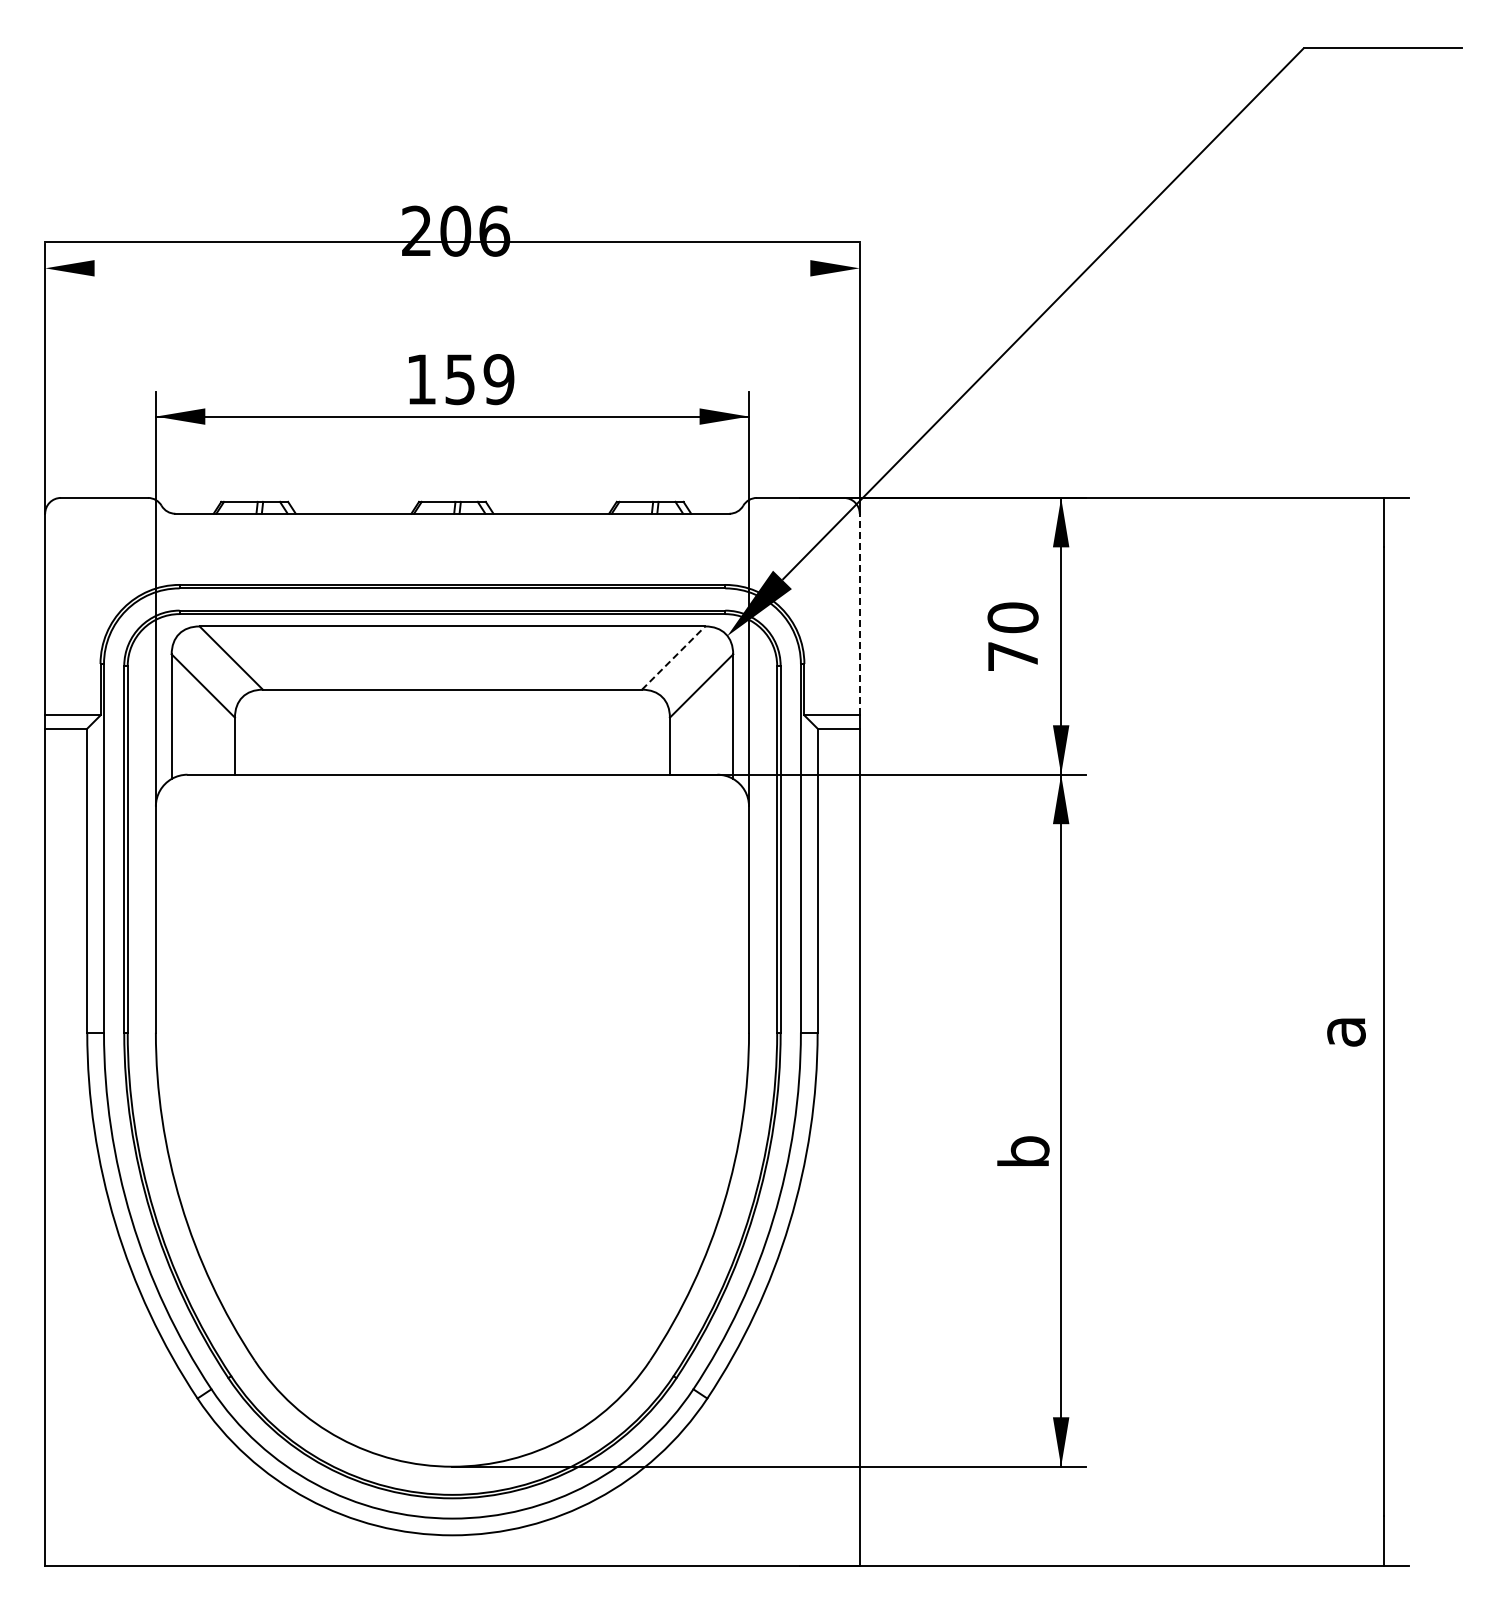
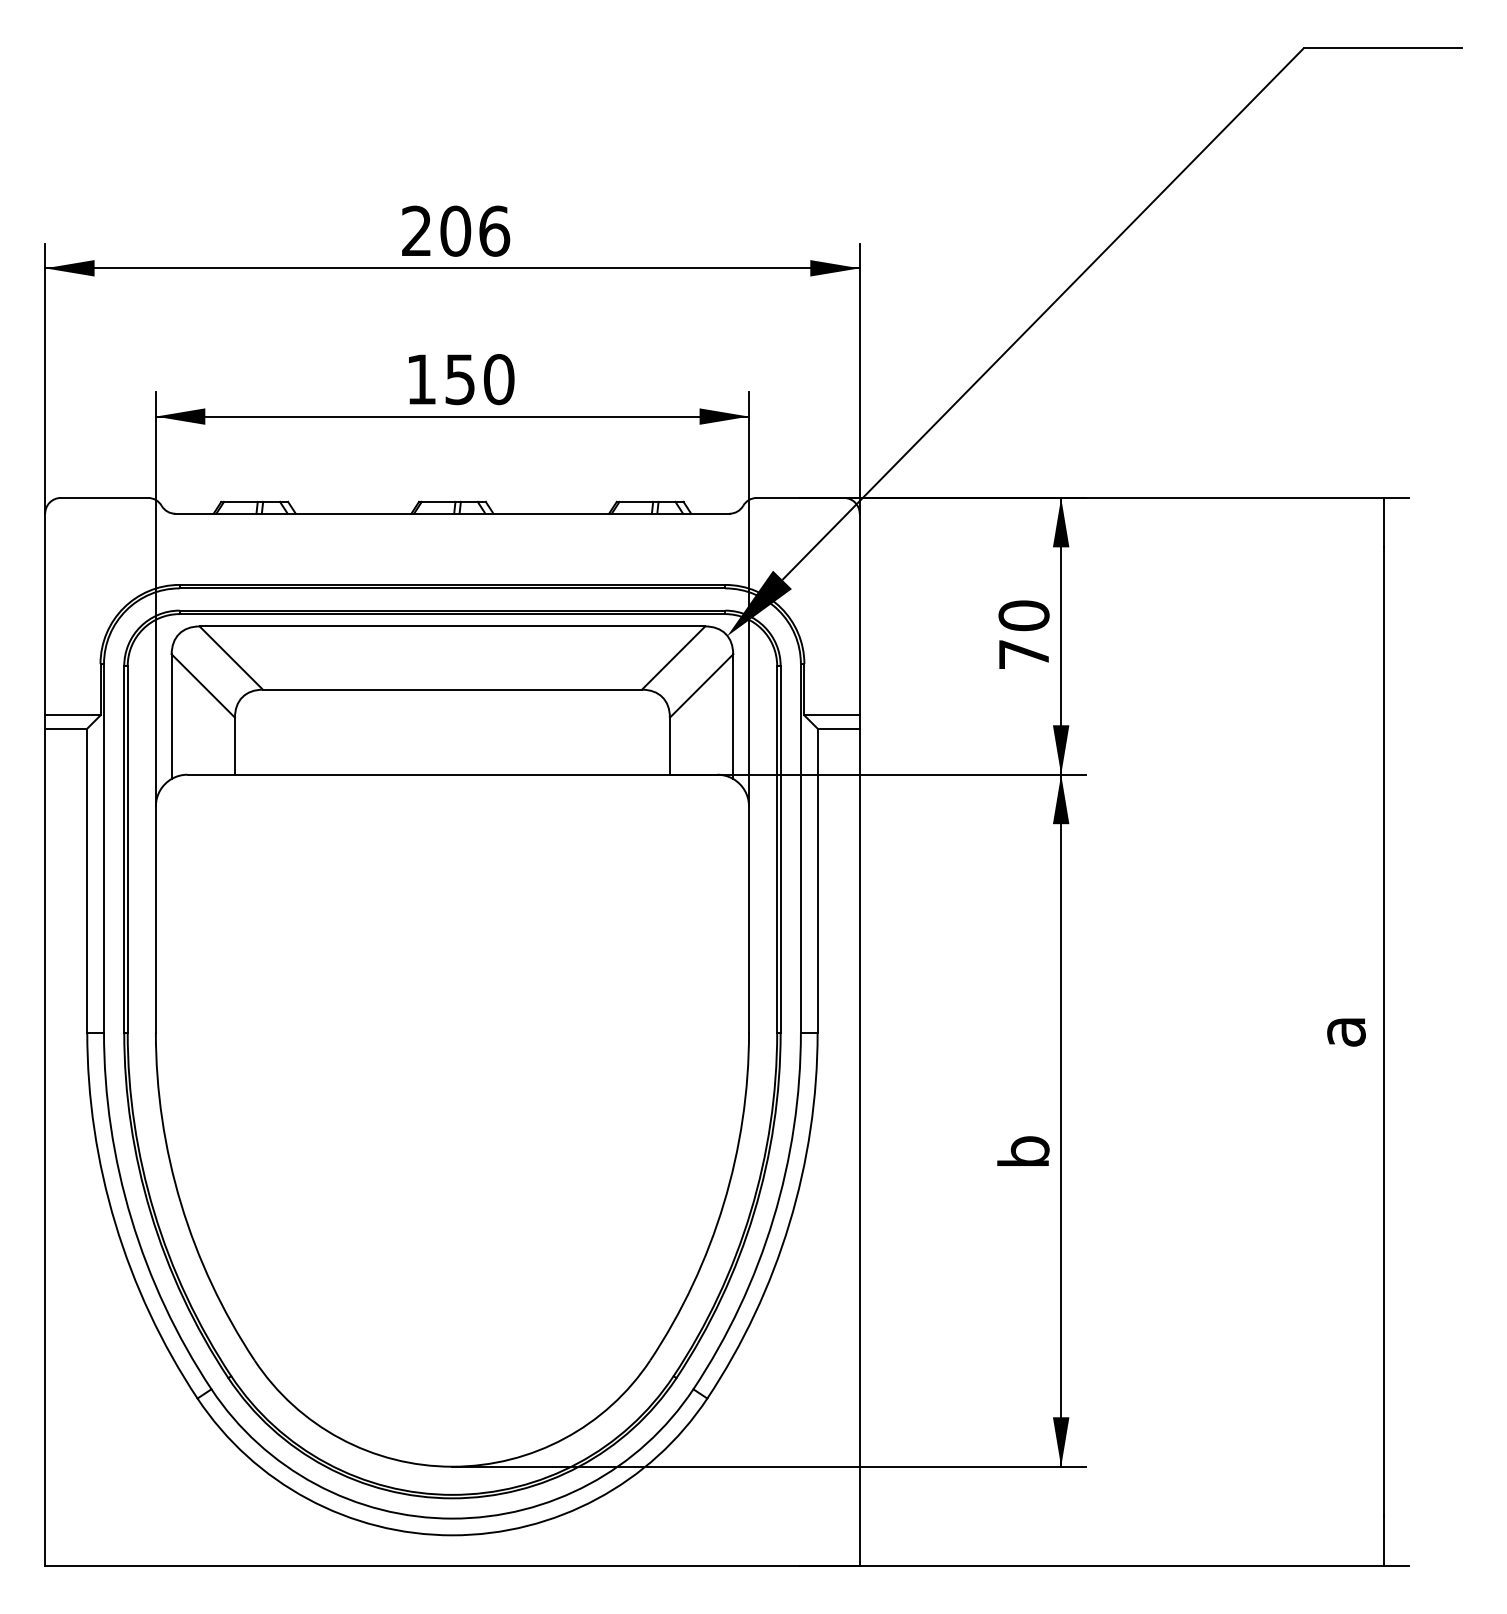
line at (452, 242) position: (452, 242) -> (452, 268)
text at (498, 379): 159 -> 150
line at (859, 614): dashed -> solid
text at (1012, 636) position: (1012, 636) -> (1023, 634)
line at (673, 658): dashed -> solid
